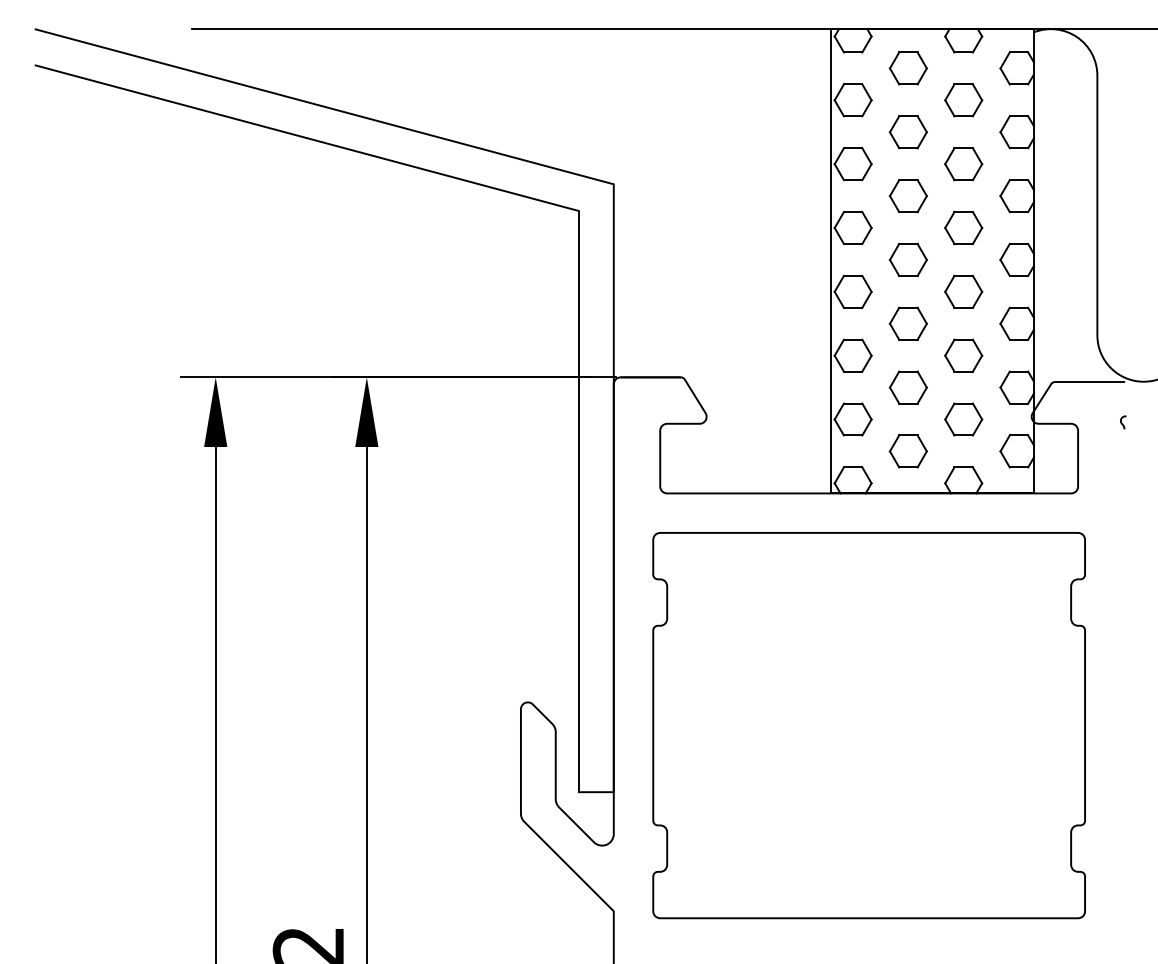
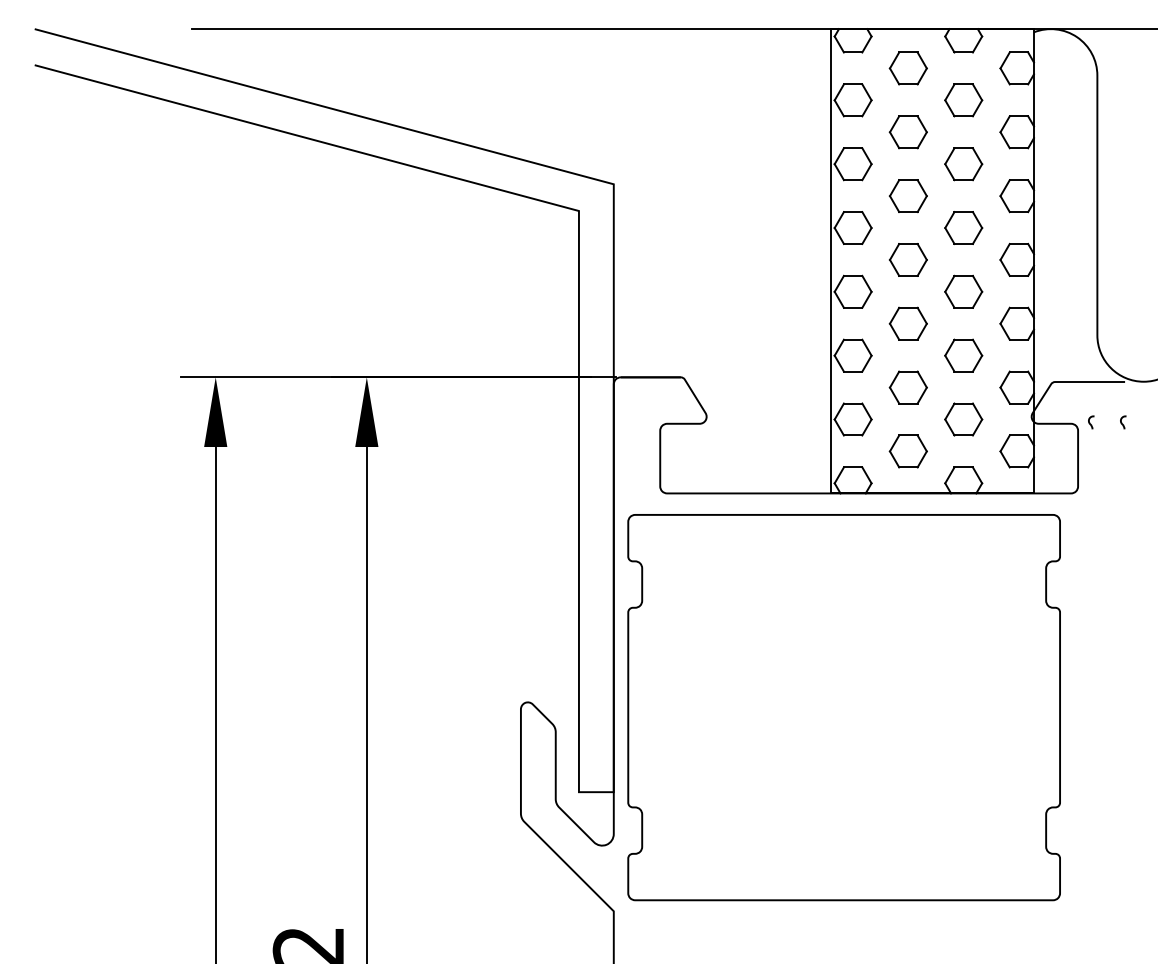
curve at (1090, 422): none -> present
part at (868, 725) position: (868, 725) -> (843, 707)
